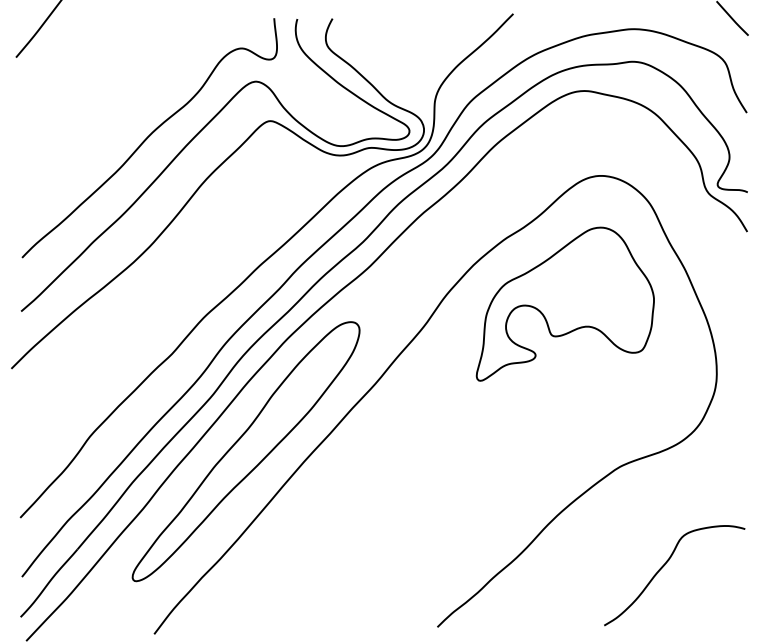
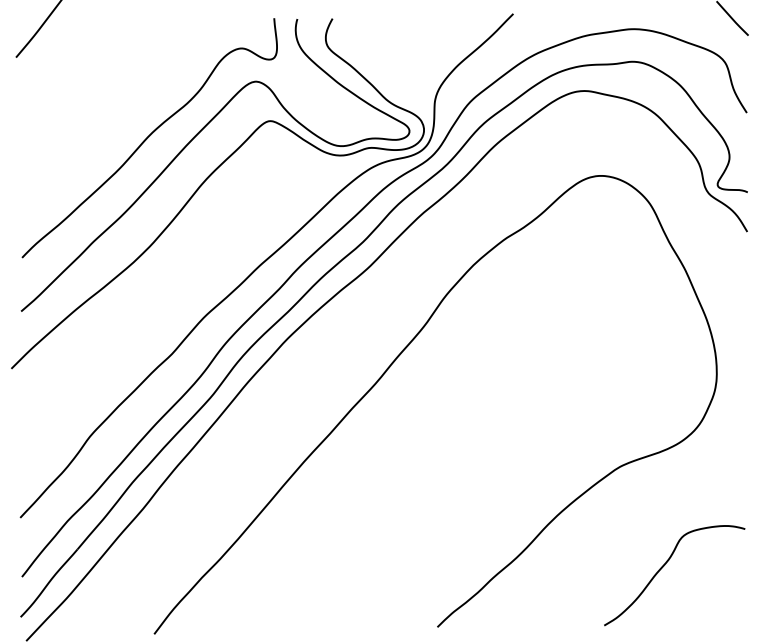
part at (564, 303): present -> none
part at (245, 451): present -> none
